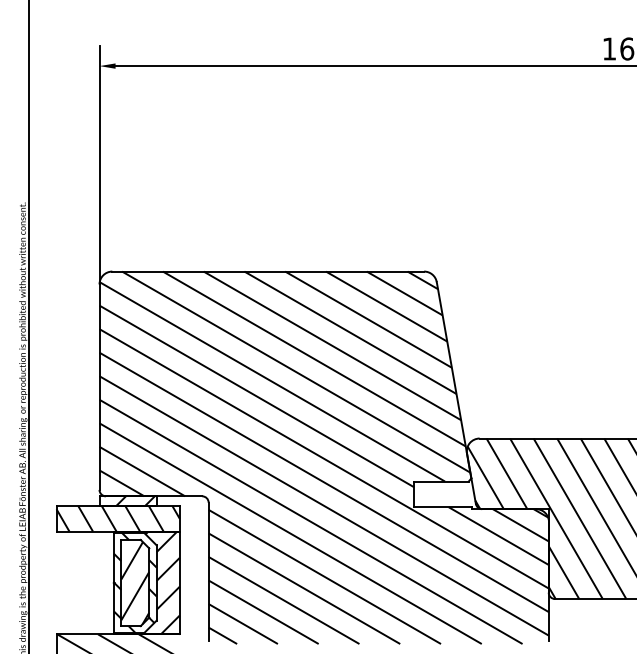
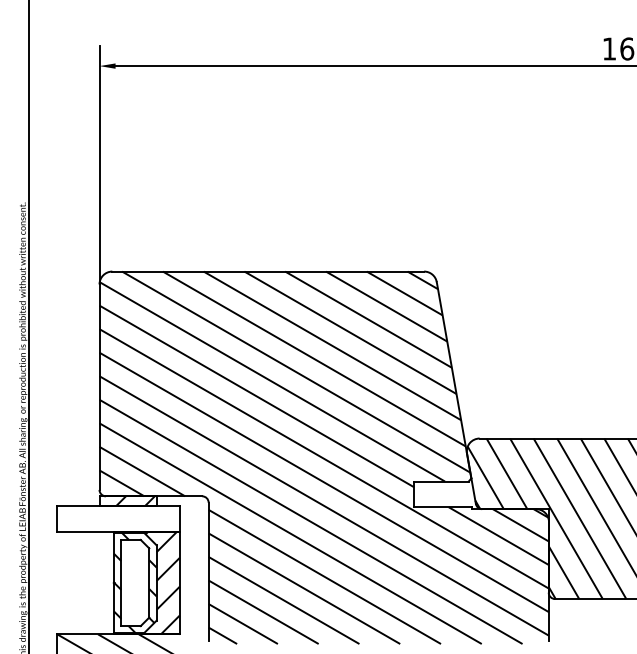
hatch at (117, 518): present -> none
hatch at (135, 583): present -> none
